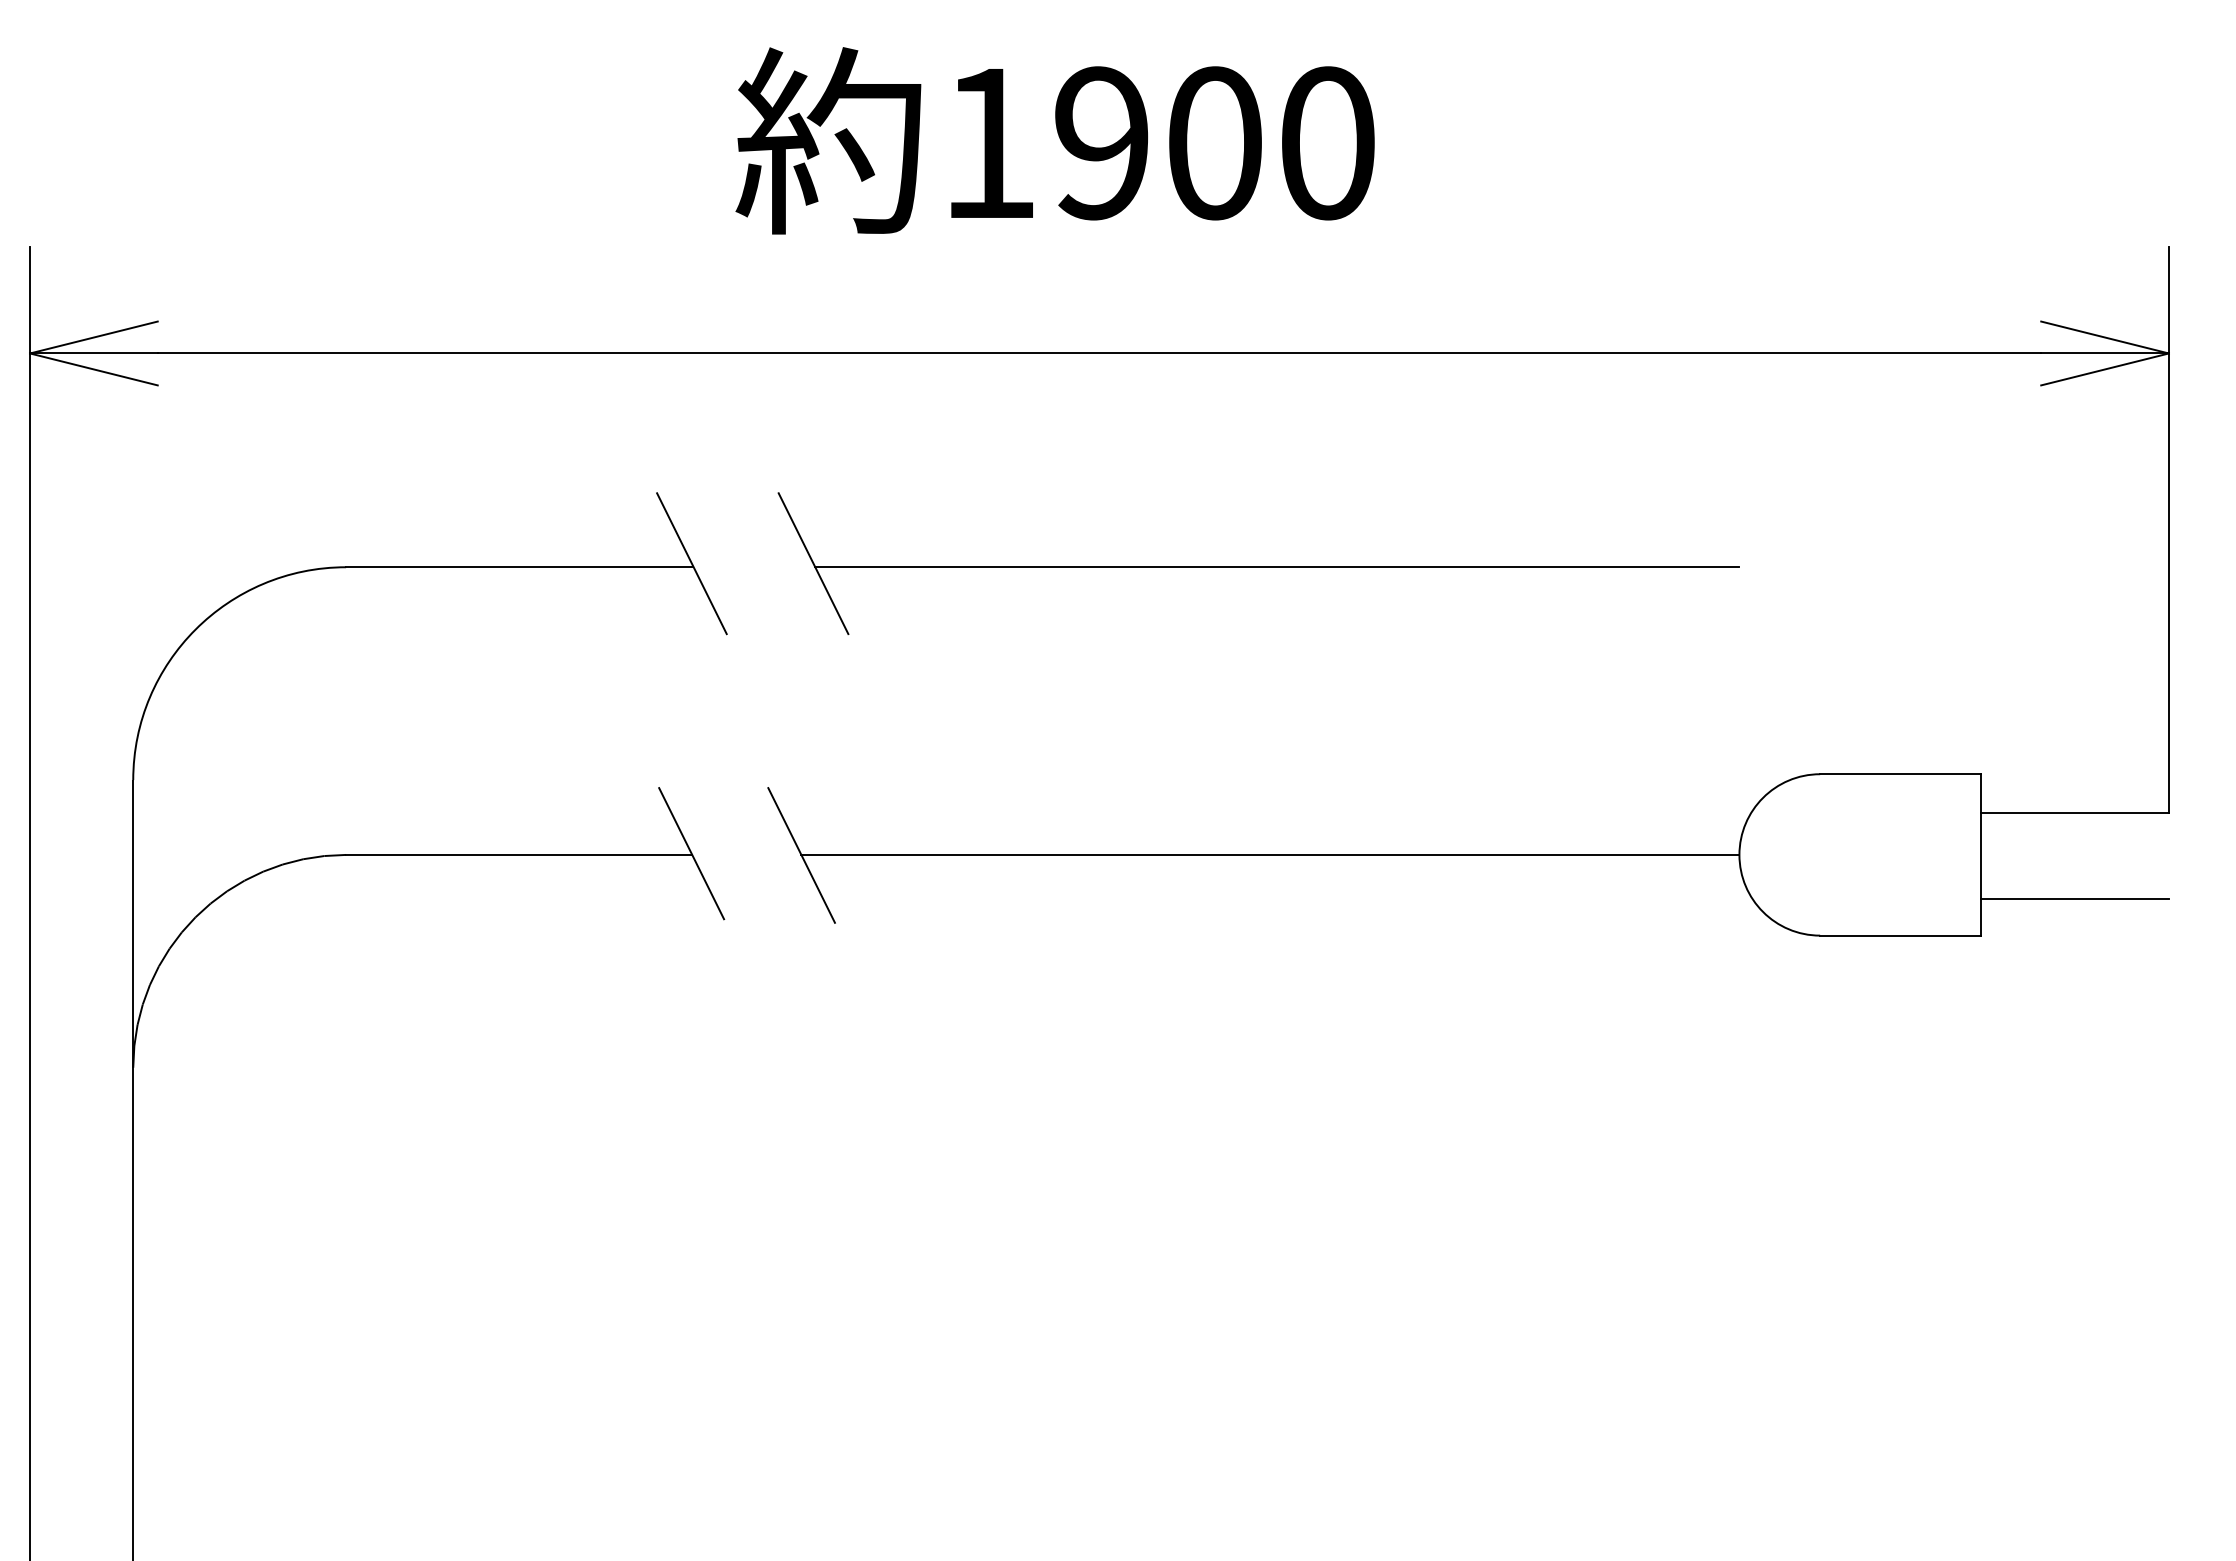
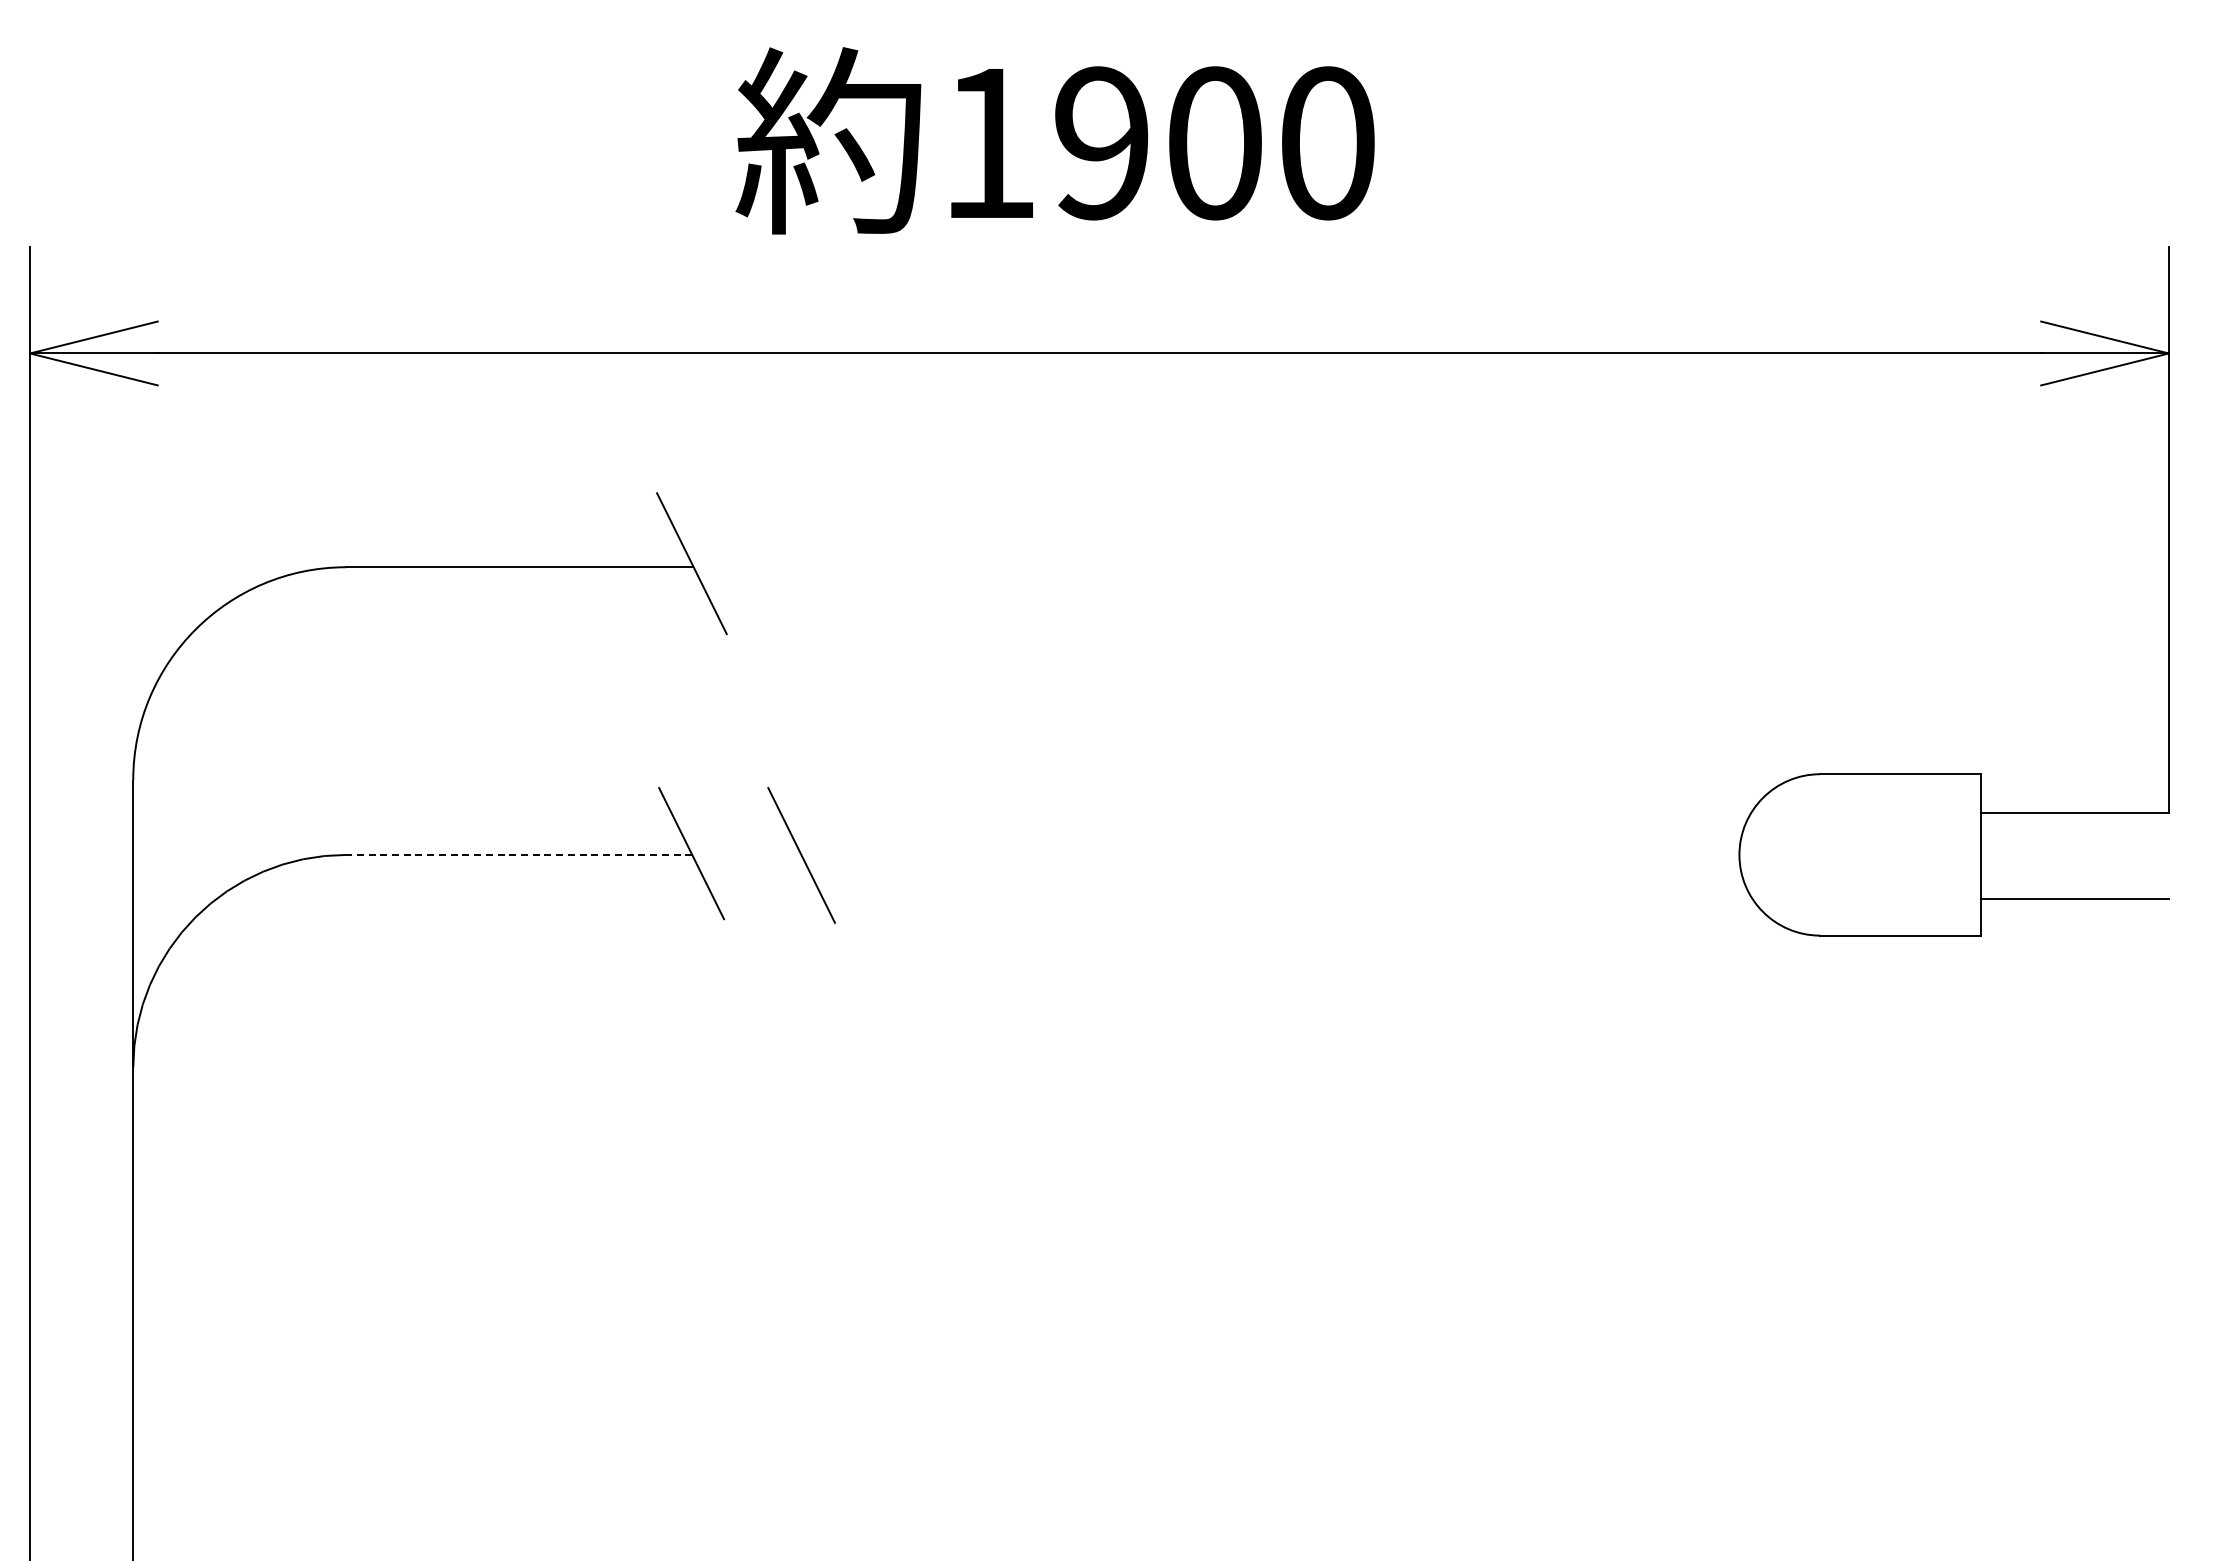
part at (1258, 563): present -> none
line at (518, 854): solid -> dashed
line at (1270, 854): present -> none
